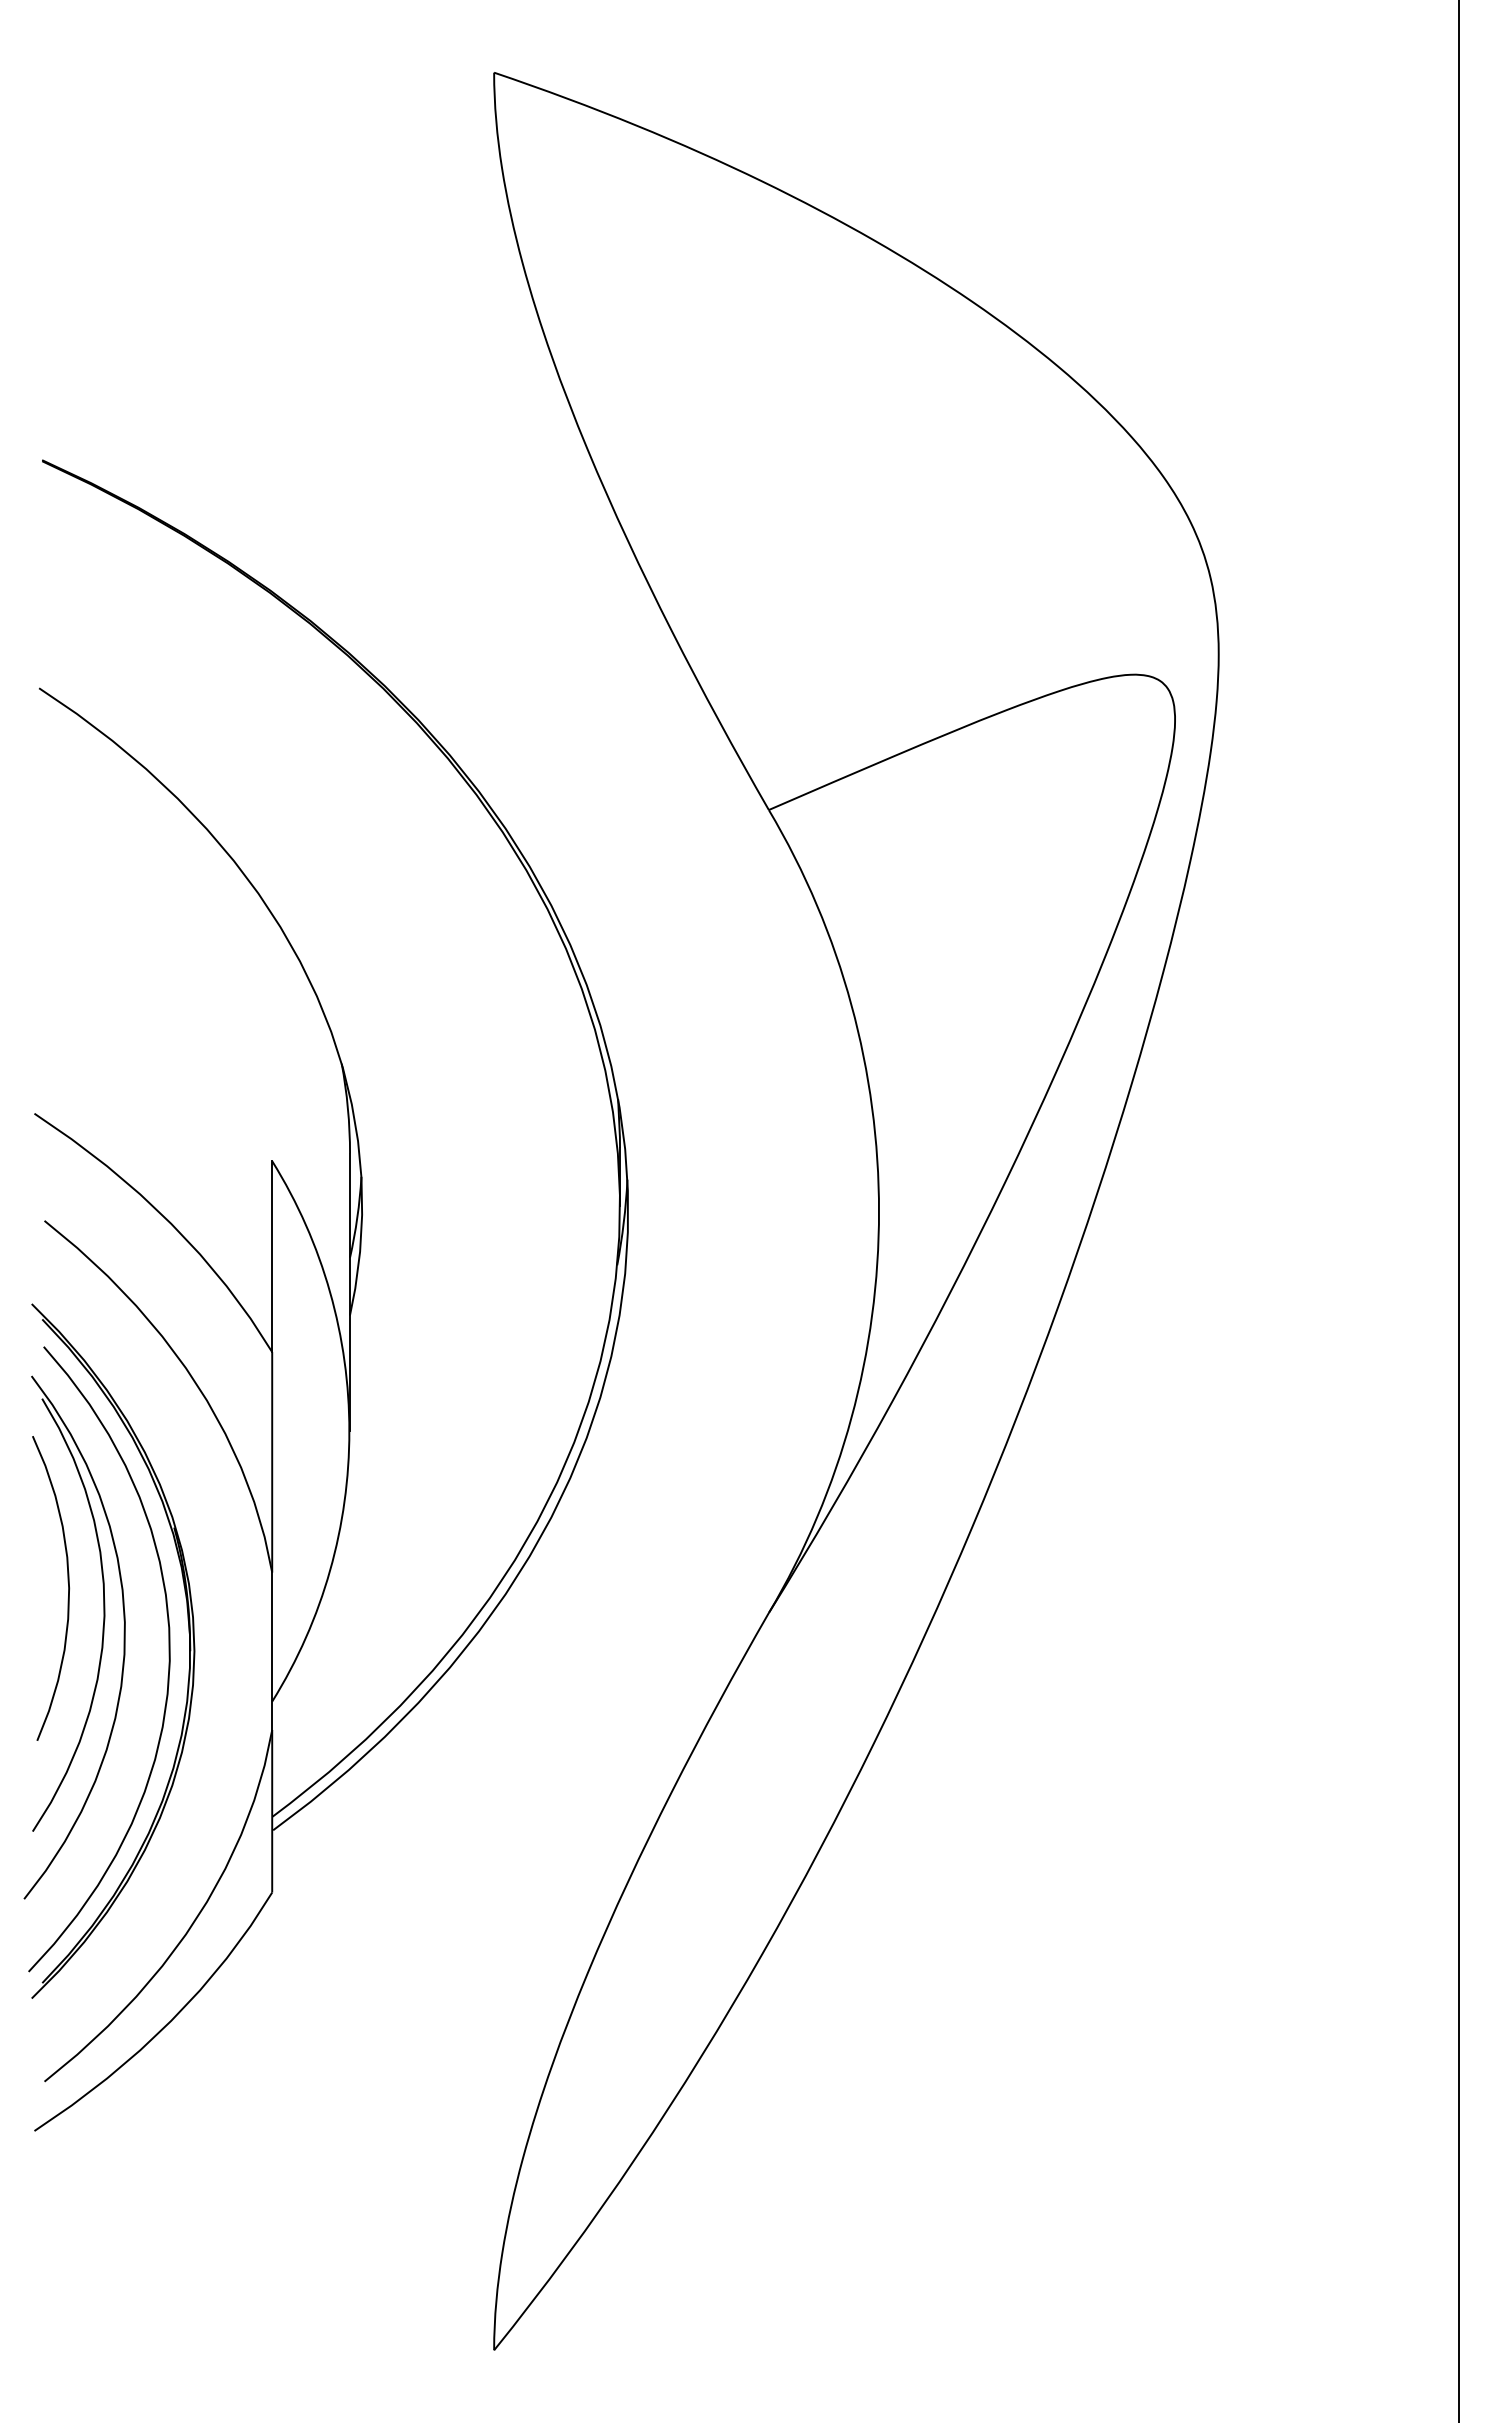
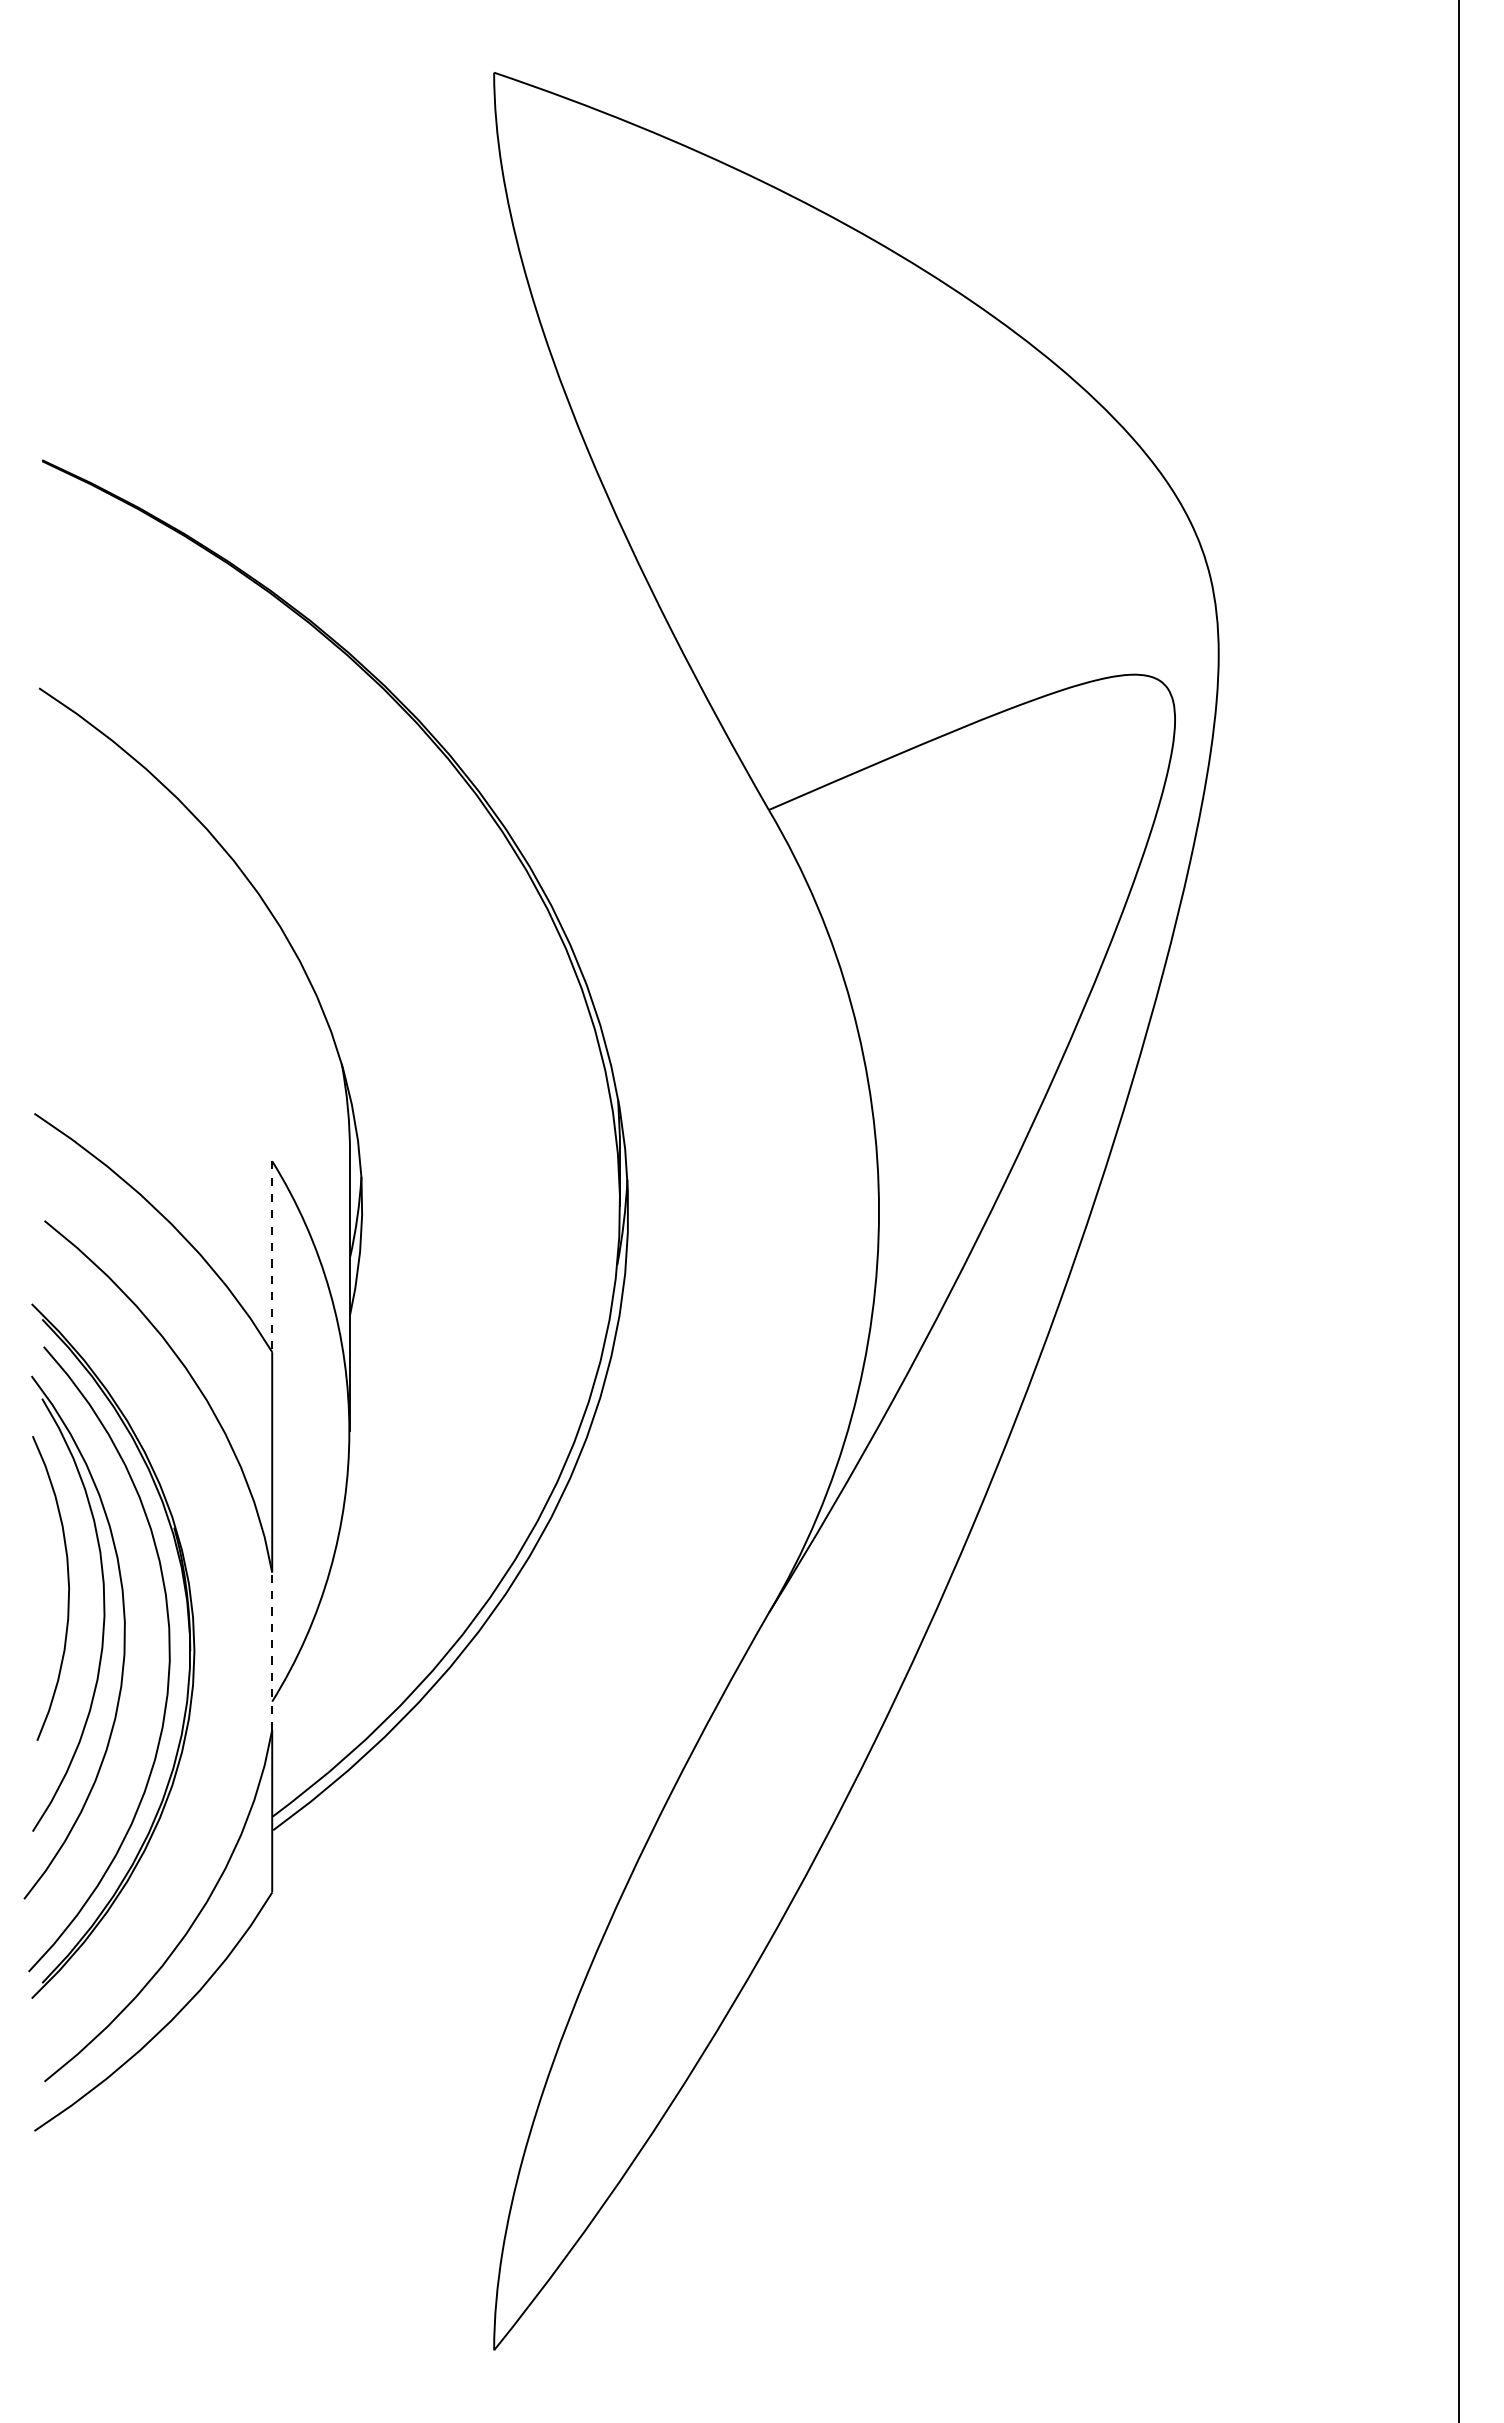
line at (272, 1257): solid -> dashed
line at (272, 1651): solid -> dashed
